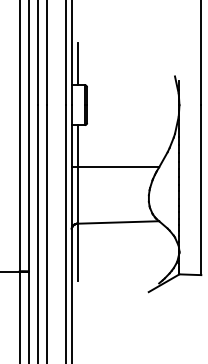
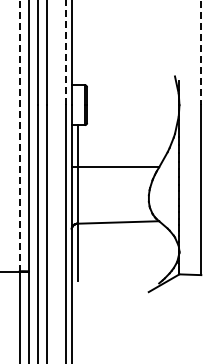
line at (65, 52): solid -> dashed
line at (201, 53): solid -> dashed
line at (77, 64): present -> none
line at (19, 135): solid -> dashed
